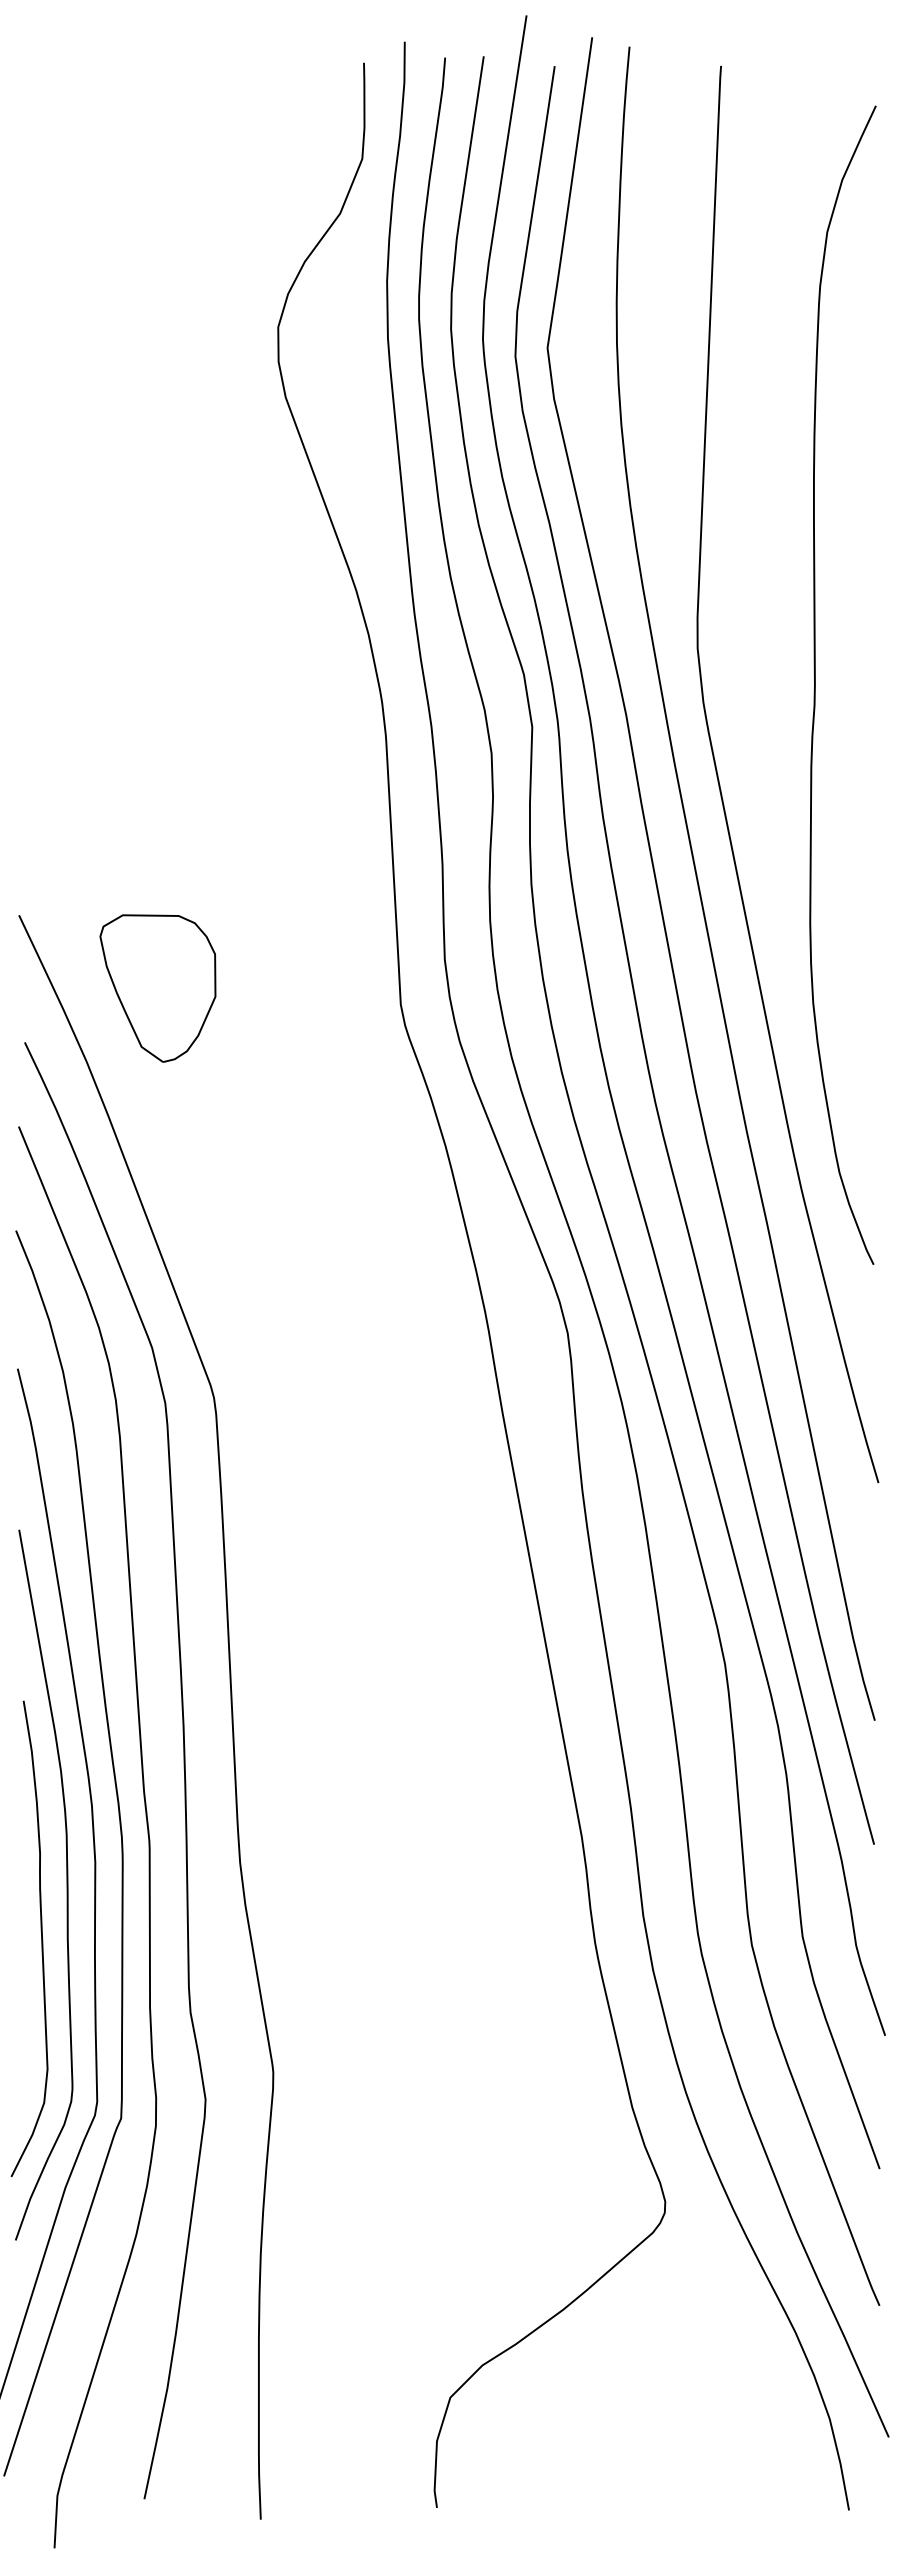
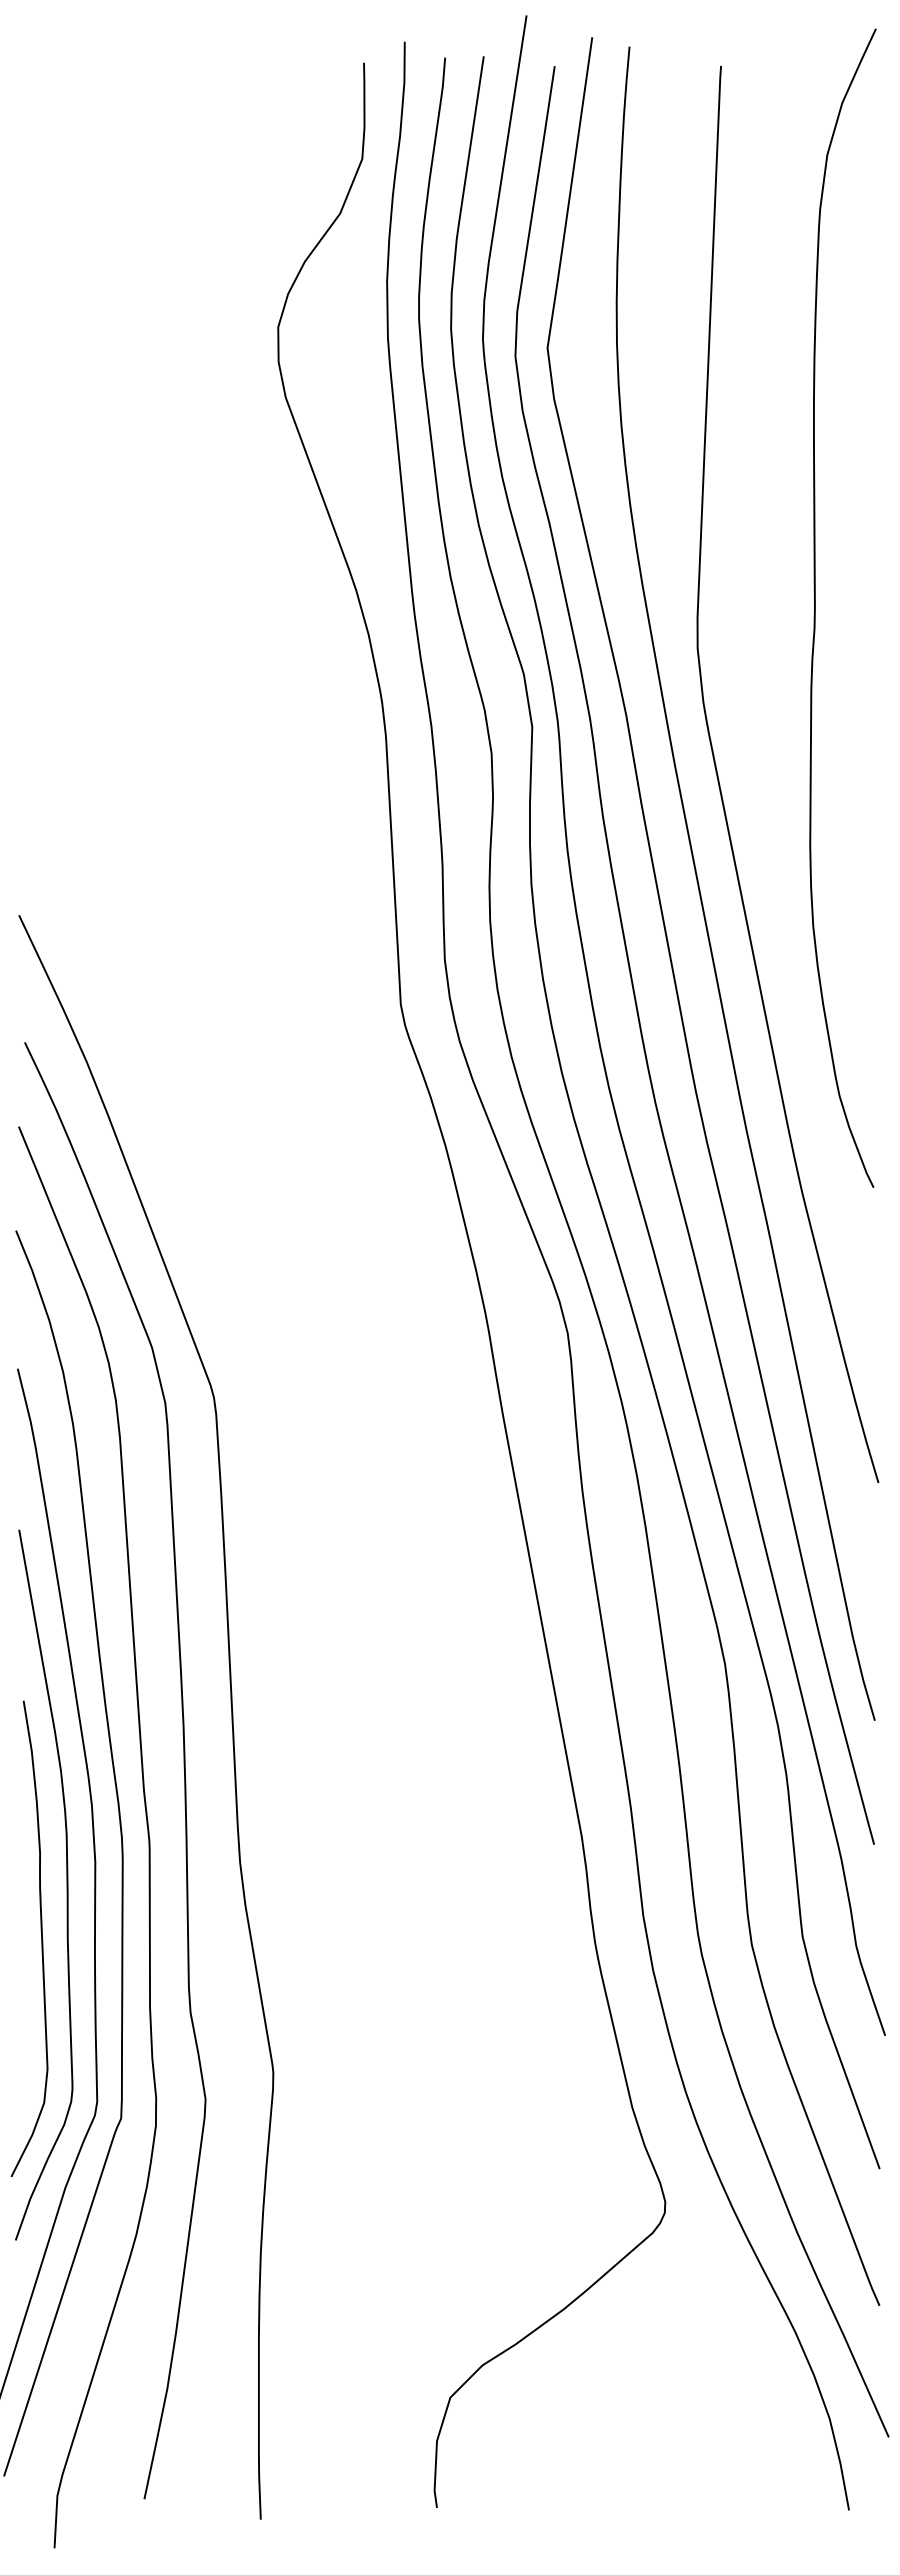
curve at (815, 684) position: (815, 684) -> (815, 607)
part at (157, 988): present -> none
